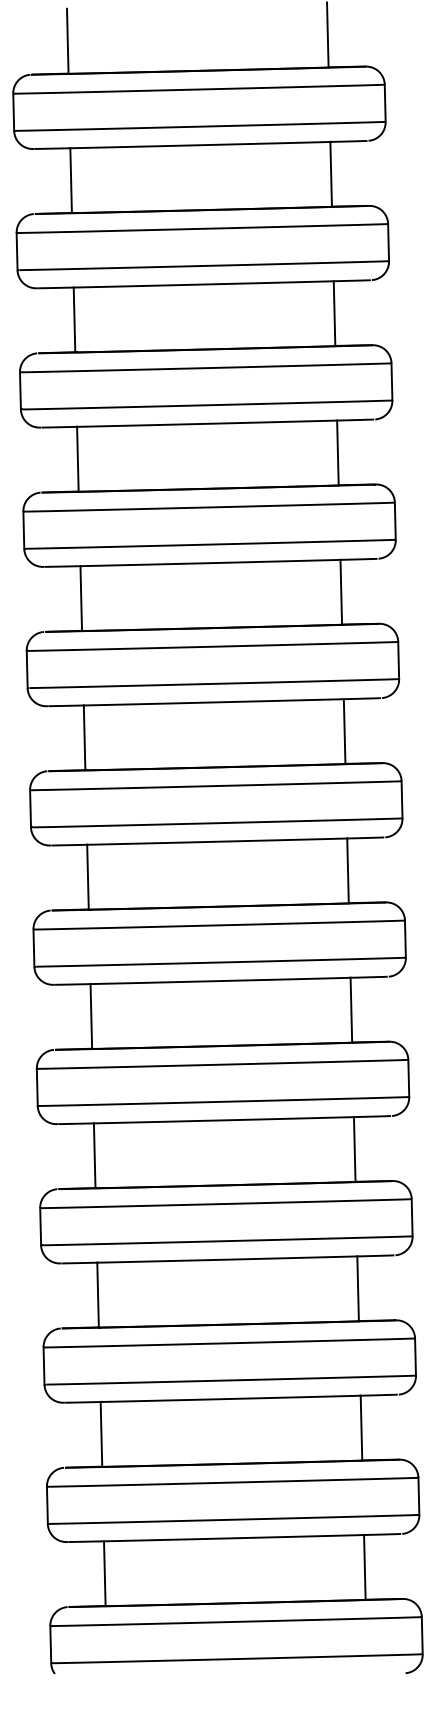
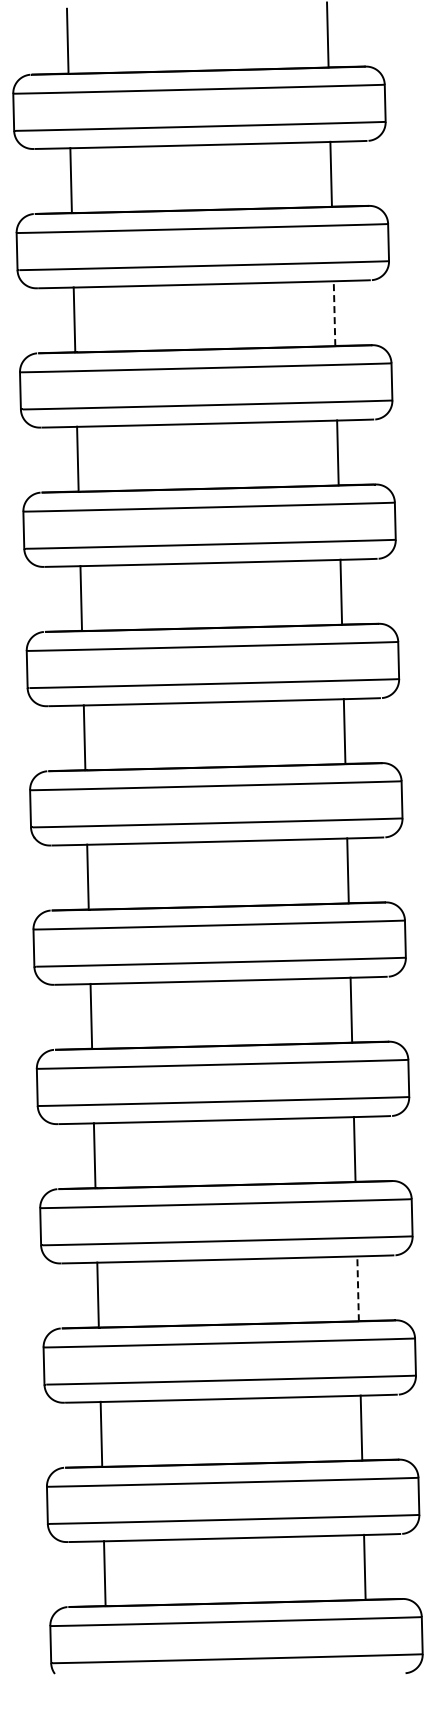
line at (334, 313): solid -> dashed
line at (358, 1288): solid -> dashed
